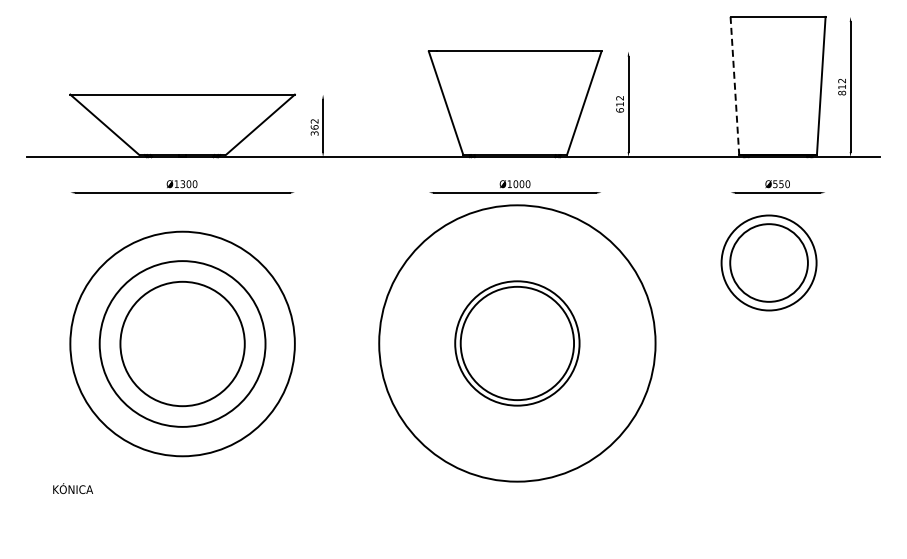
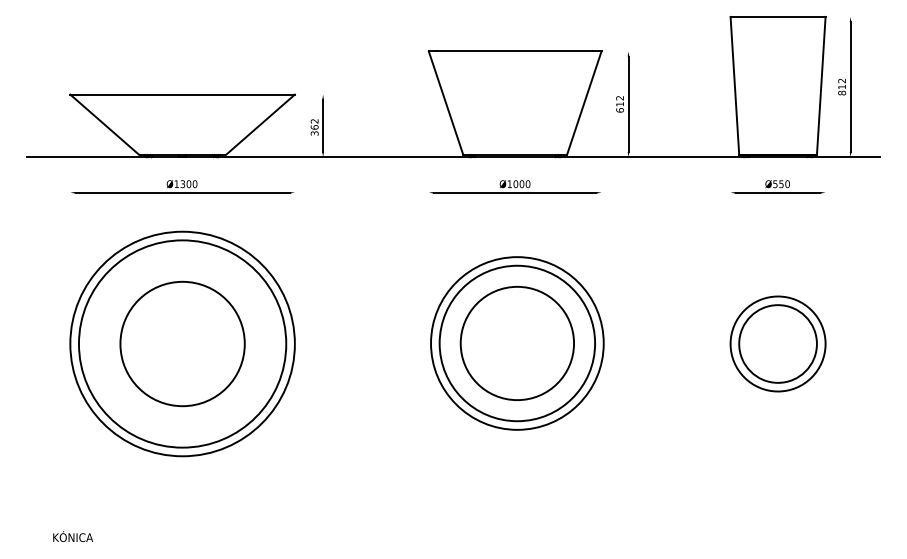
line at (734, 86): dashed -> solid
part at (768, 262) position: (768, 262) -> (777, 343)
circle at (182, 343) diameter: 166 px -> 207 px
circle at (517, 343) diameter: 124 px -> 155 px
circle at (517, 343) diameter: 276 px -> 173 px
text at (72, 488) position: (72, 488) -> (72, 536)
